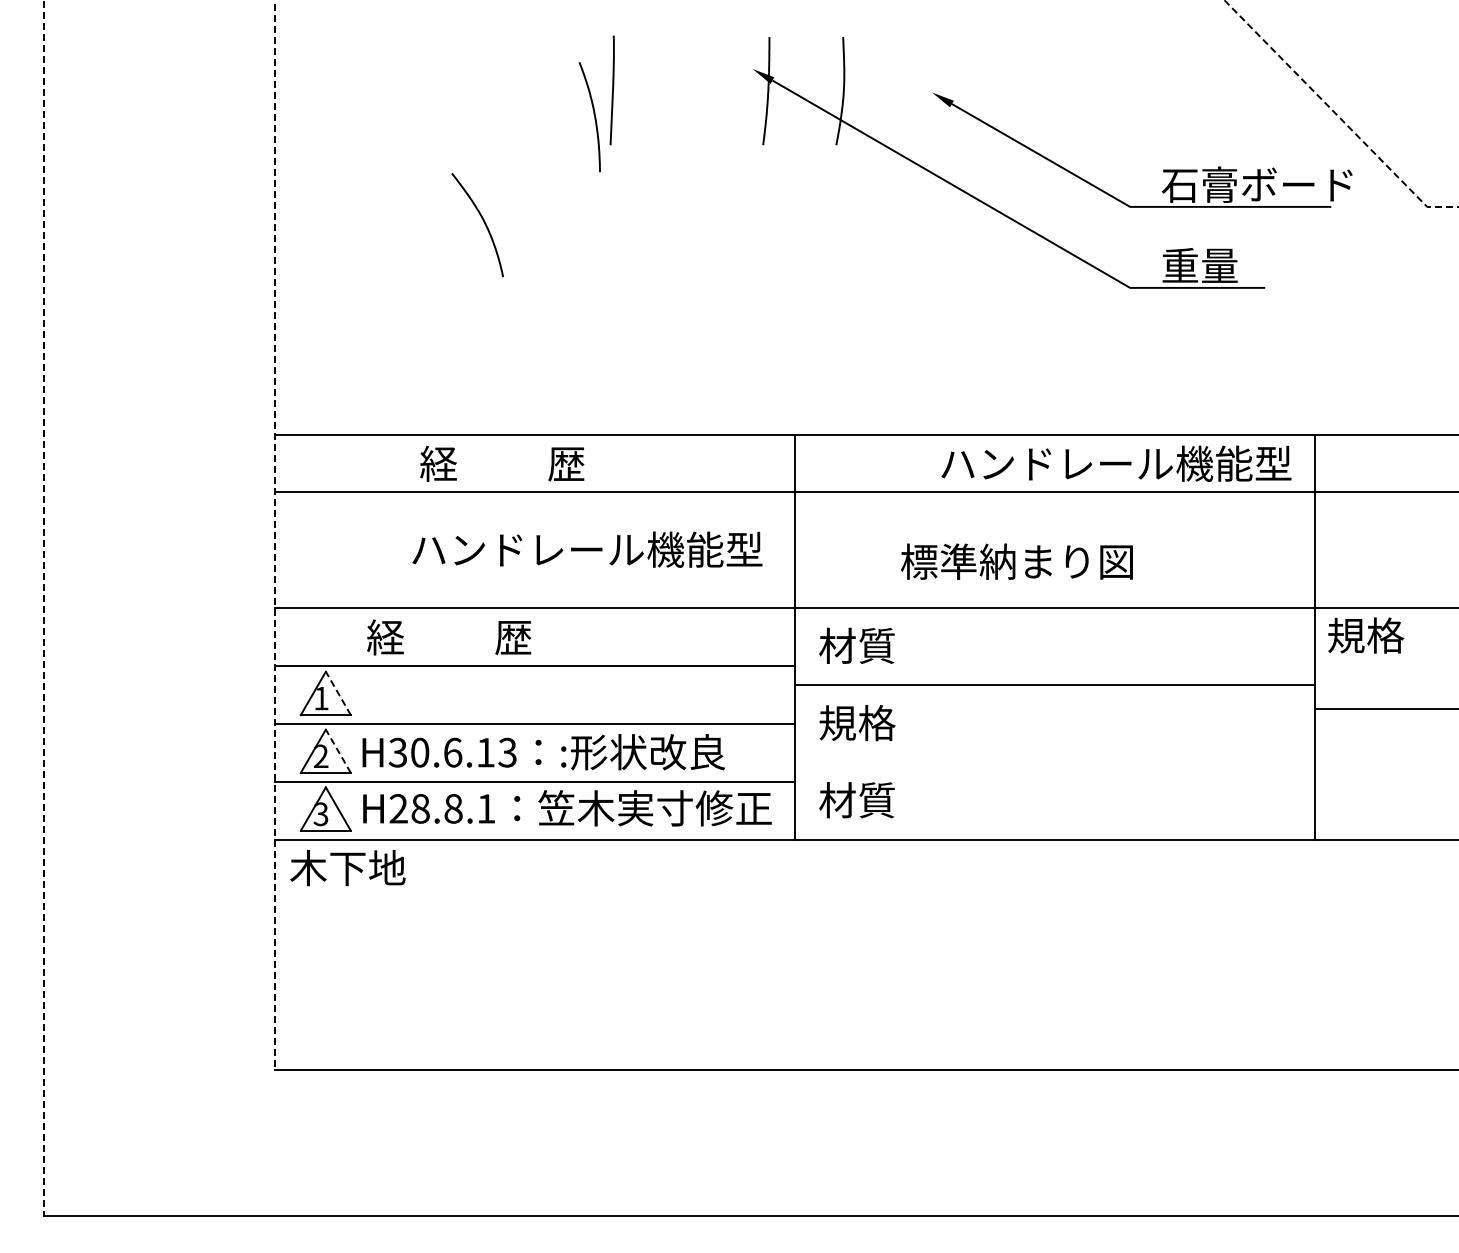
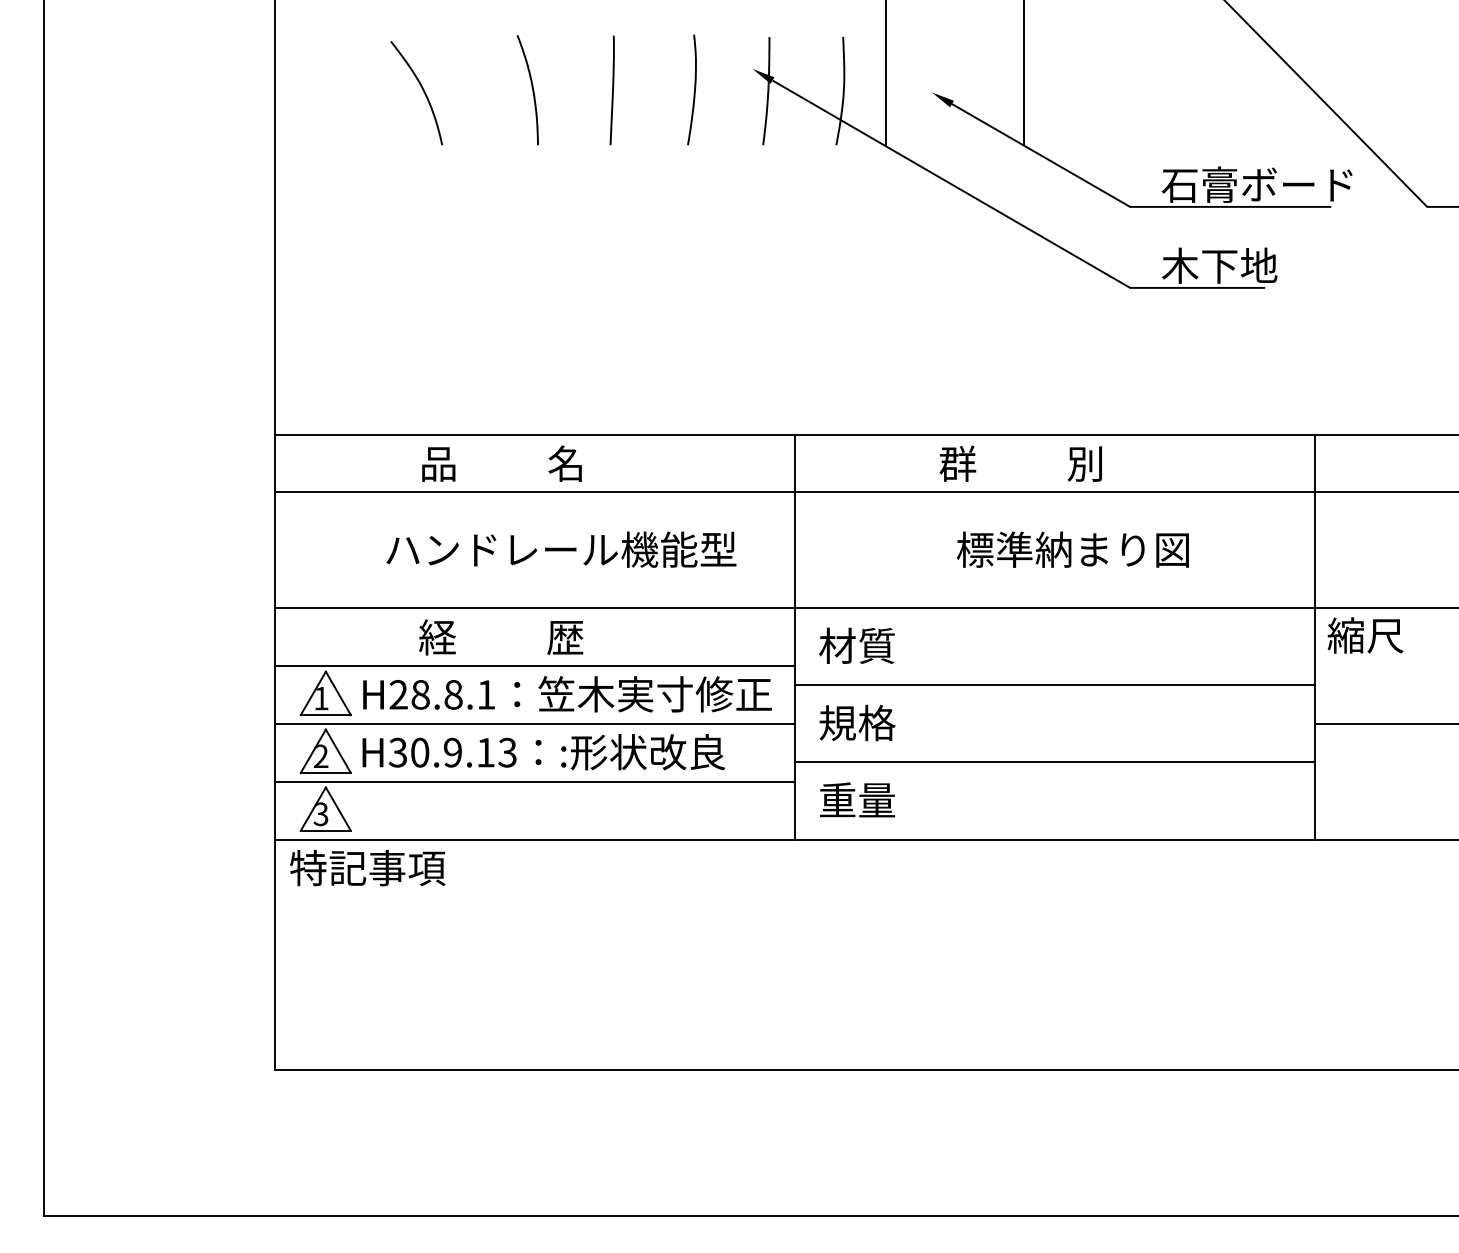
line at (885, 73): none -> present
line at (1024, 73): none -> present
curve at (694, 89): none -> present
curve at (593, 114) position: (593, 114) -> (531, 87)
line at (1337, 114): dashed -> solid
curve at (483, 222) position: (483, 222) -> (422, 90)
text at (1219, 265): 重量 -> 木下地
text at (502, 463): 経          歴 -> 品          名
text at (1115, 463): ハンドレール機能型 -> 群          別
line at (275, 535): dashed -> solid
text at (587, 549) position: (587, 549) -> (561, 549)
text at (1016, 561) position: (1016, 561) -> (1072, 549)
line at (43, 608): dashed -> solid
text at (1365, 635): 規格 -> 縮尺
text at (449, 637) position: (449, 637) -> (501, 637)
line at (338, 693): dashed -> solid
line at (1385, 708) position: (1385, 708) -> (1385, 723)
line at (338, 750): dashed -> solid
text at (453, 752): H30.6.13 -> H30.9.13
line at (1054, 762): none -> present
text at (857, 800): 材質 -> 重量
text at (567, 808) position: (567, 808) -> (567, 694)
text at (367, 867): 木下地 -> 特記事項
